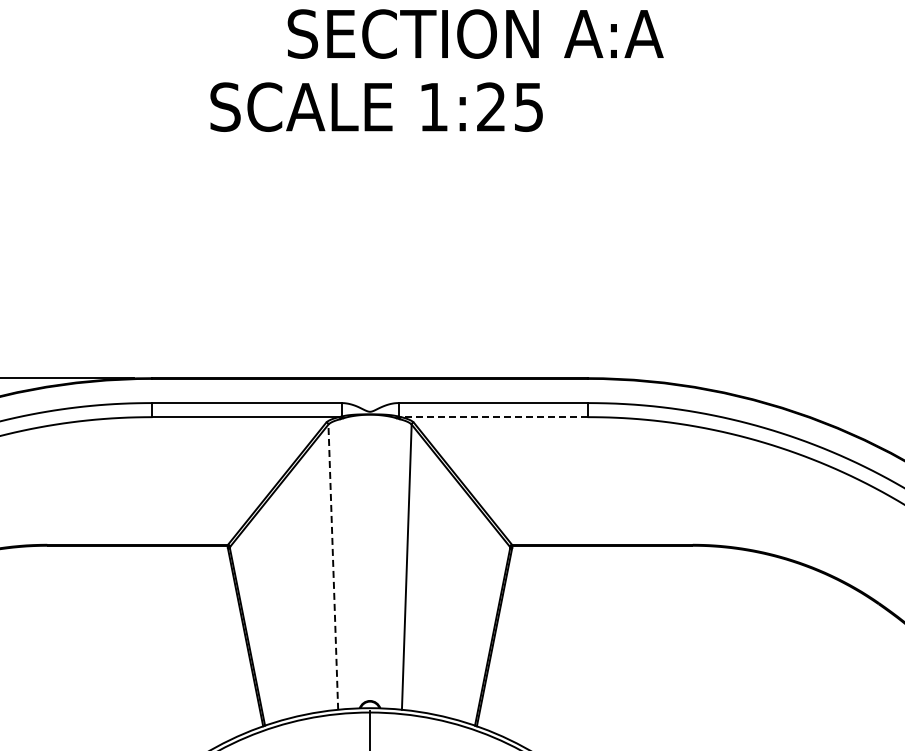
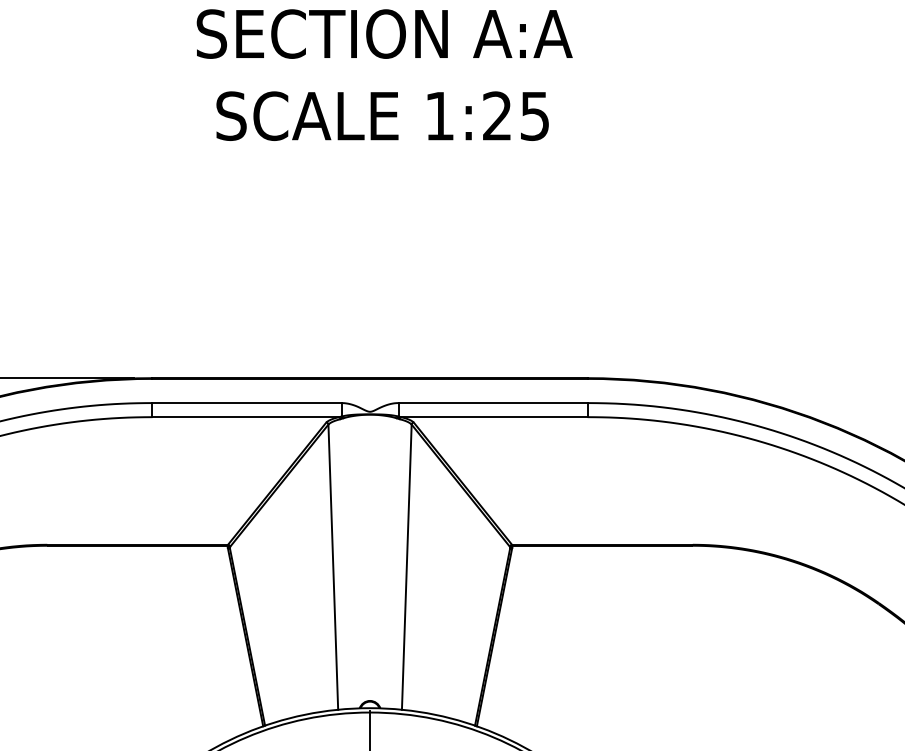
text at (475, 33) position: (475, 33) -> (384, 33)
text at (376, 106) position: (376, 106) -> (382, 115)
line at (493, 417): dashed -> solid
line at (333, 567): dashed -> solid
